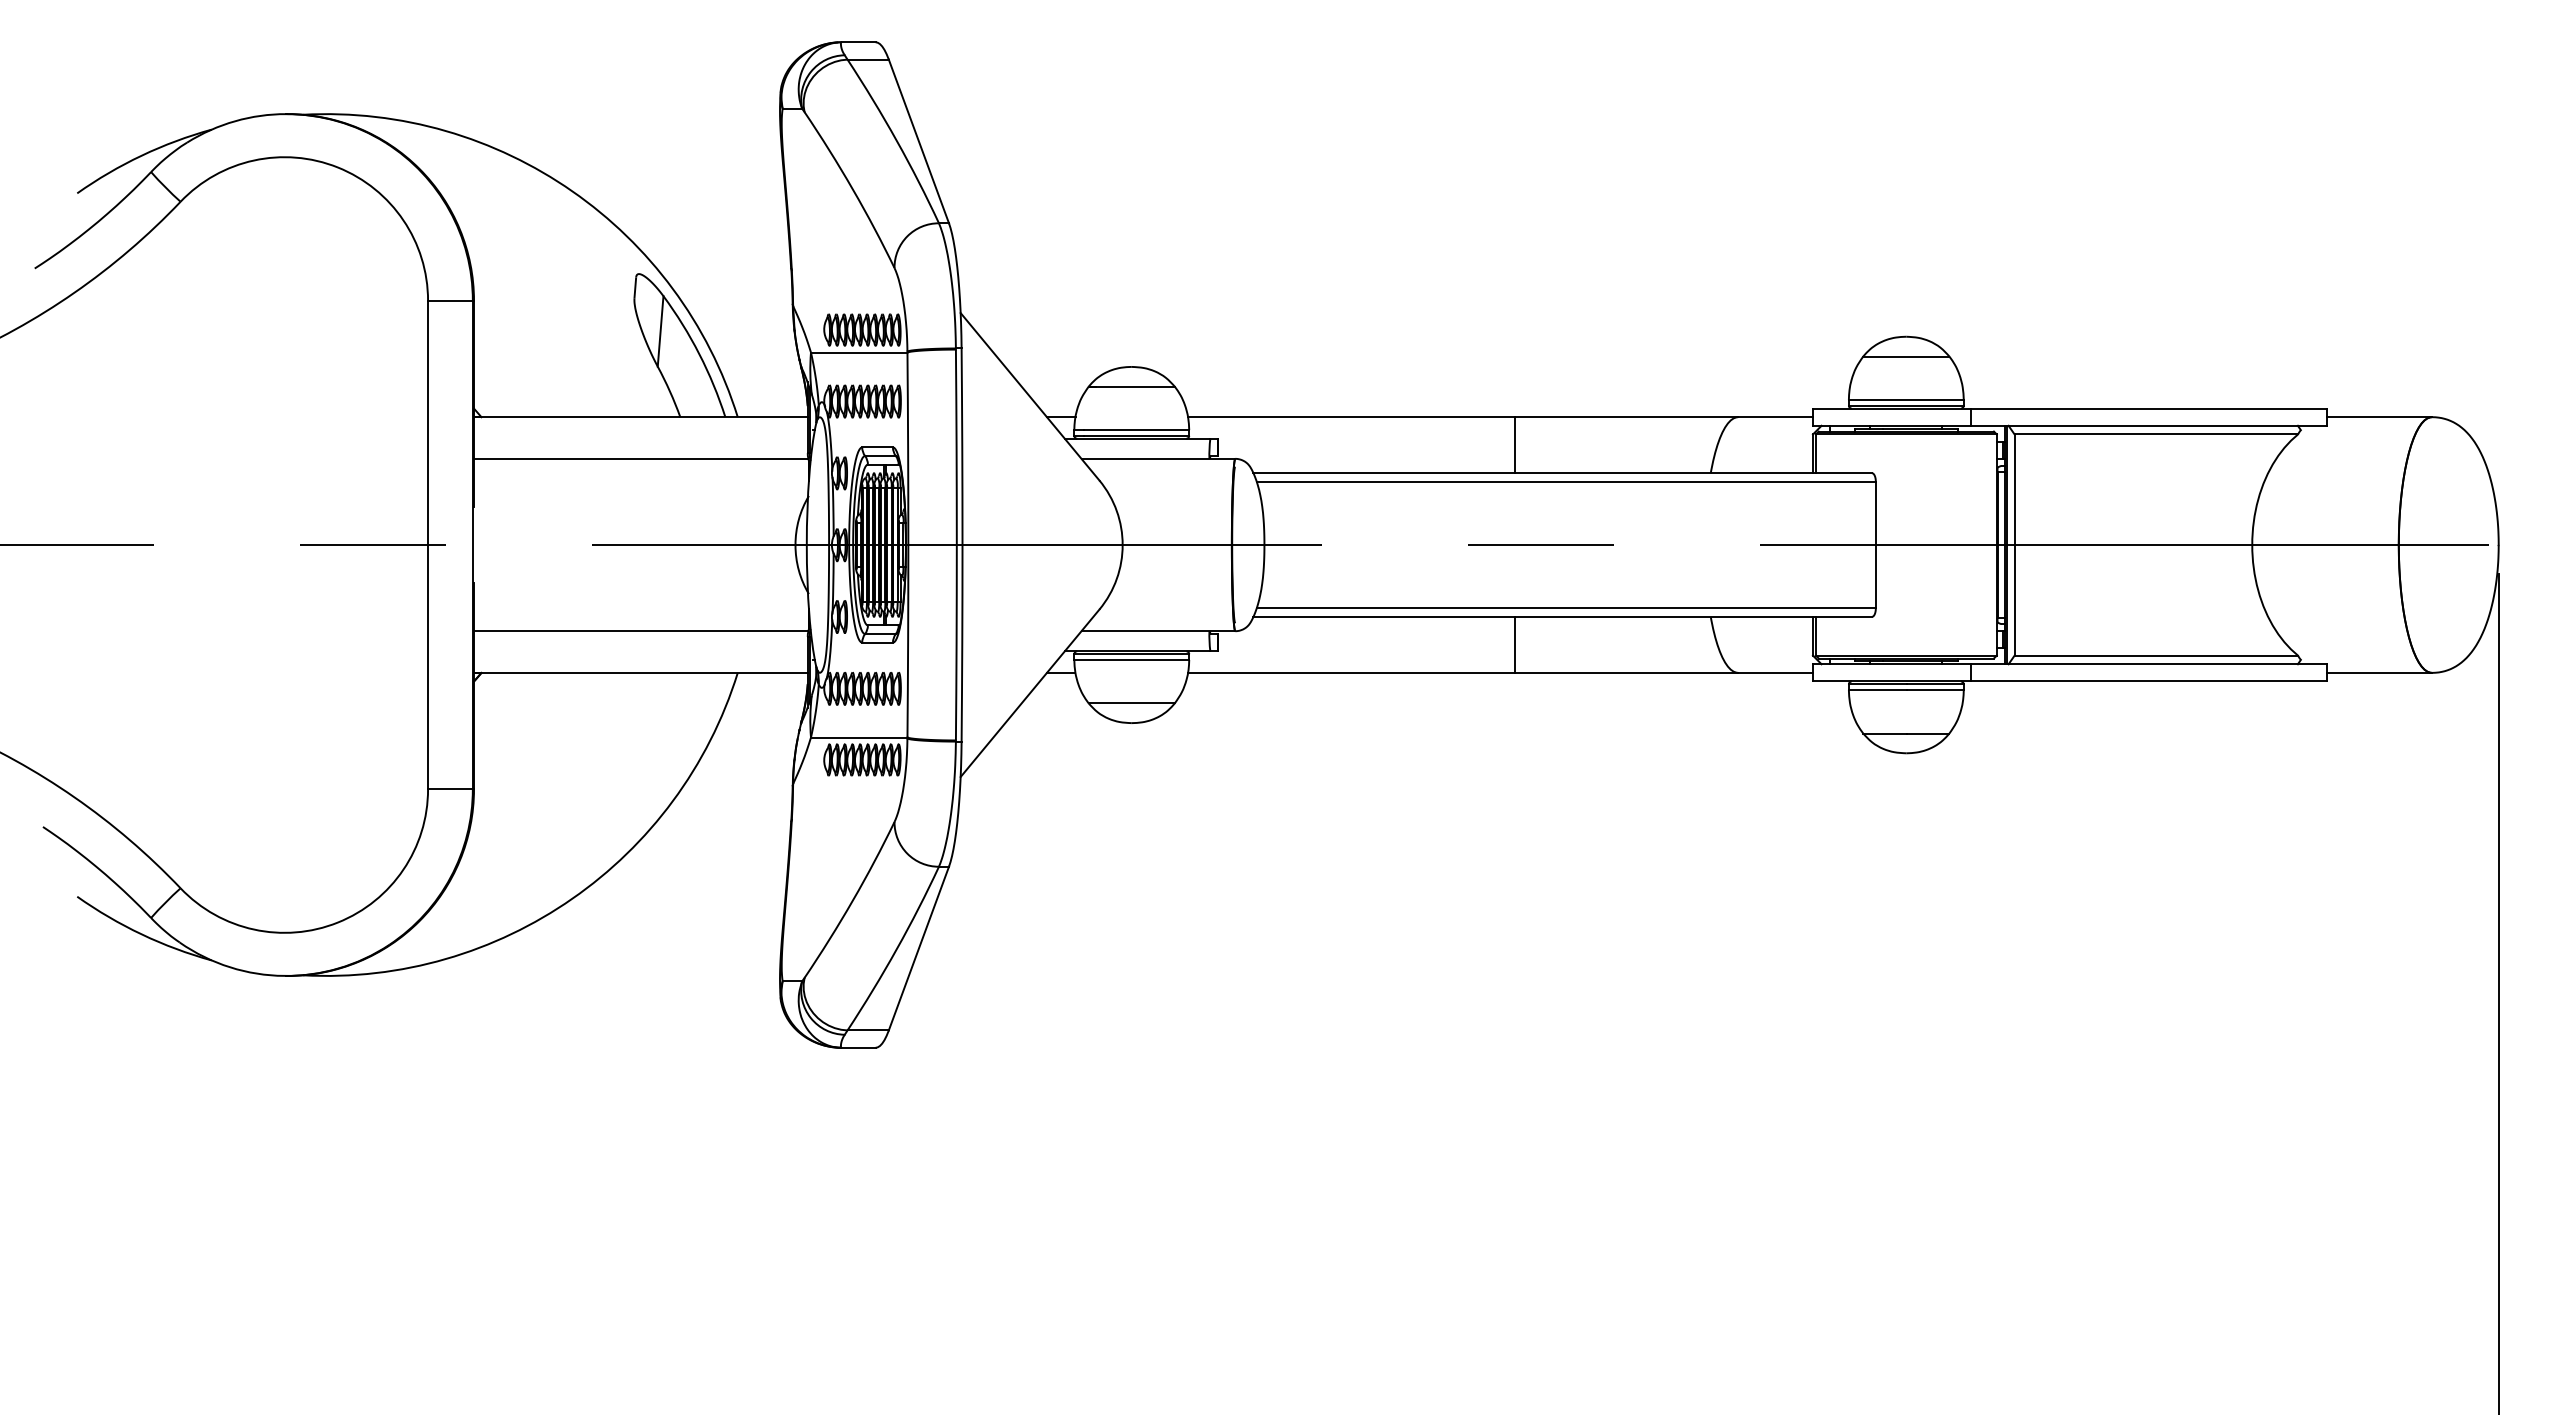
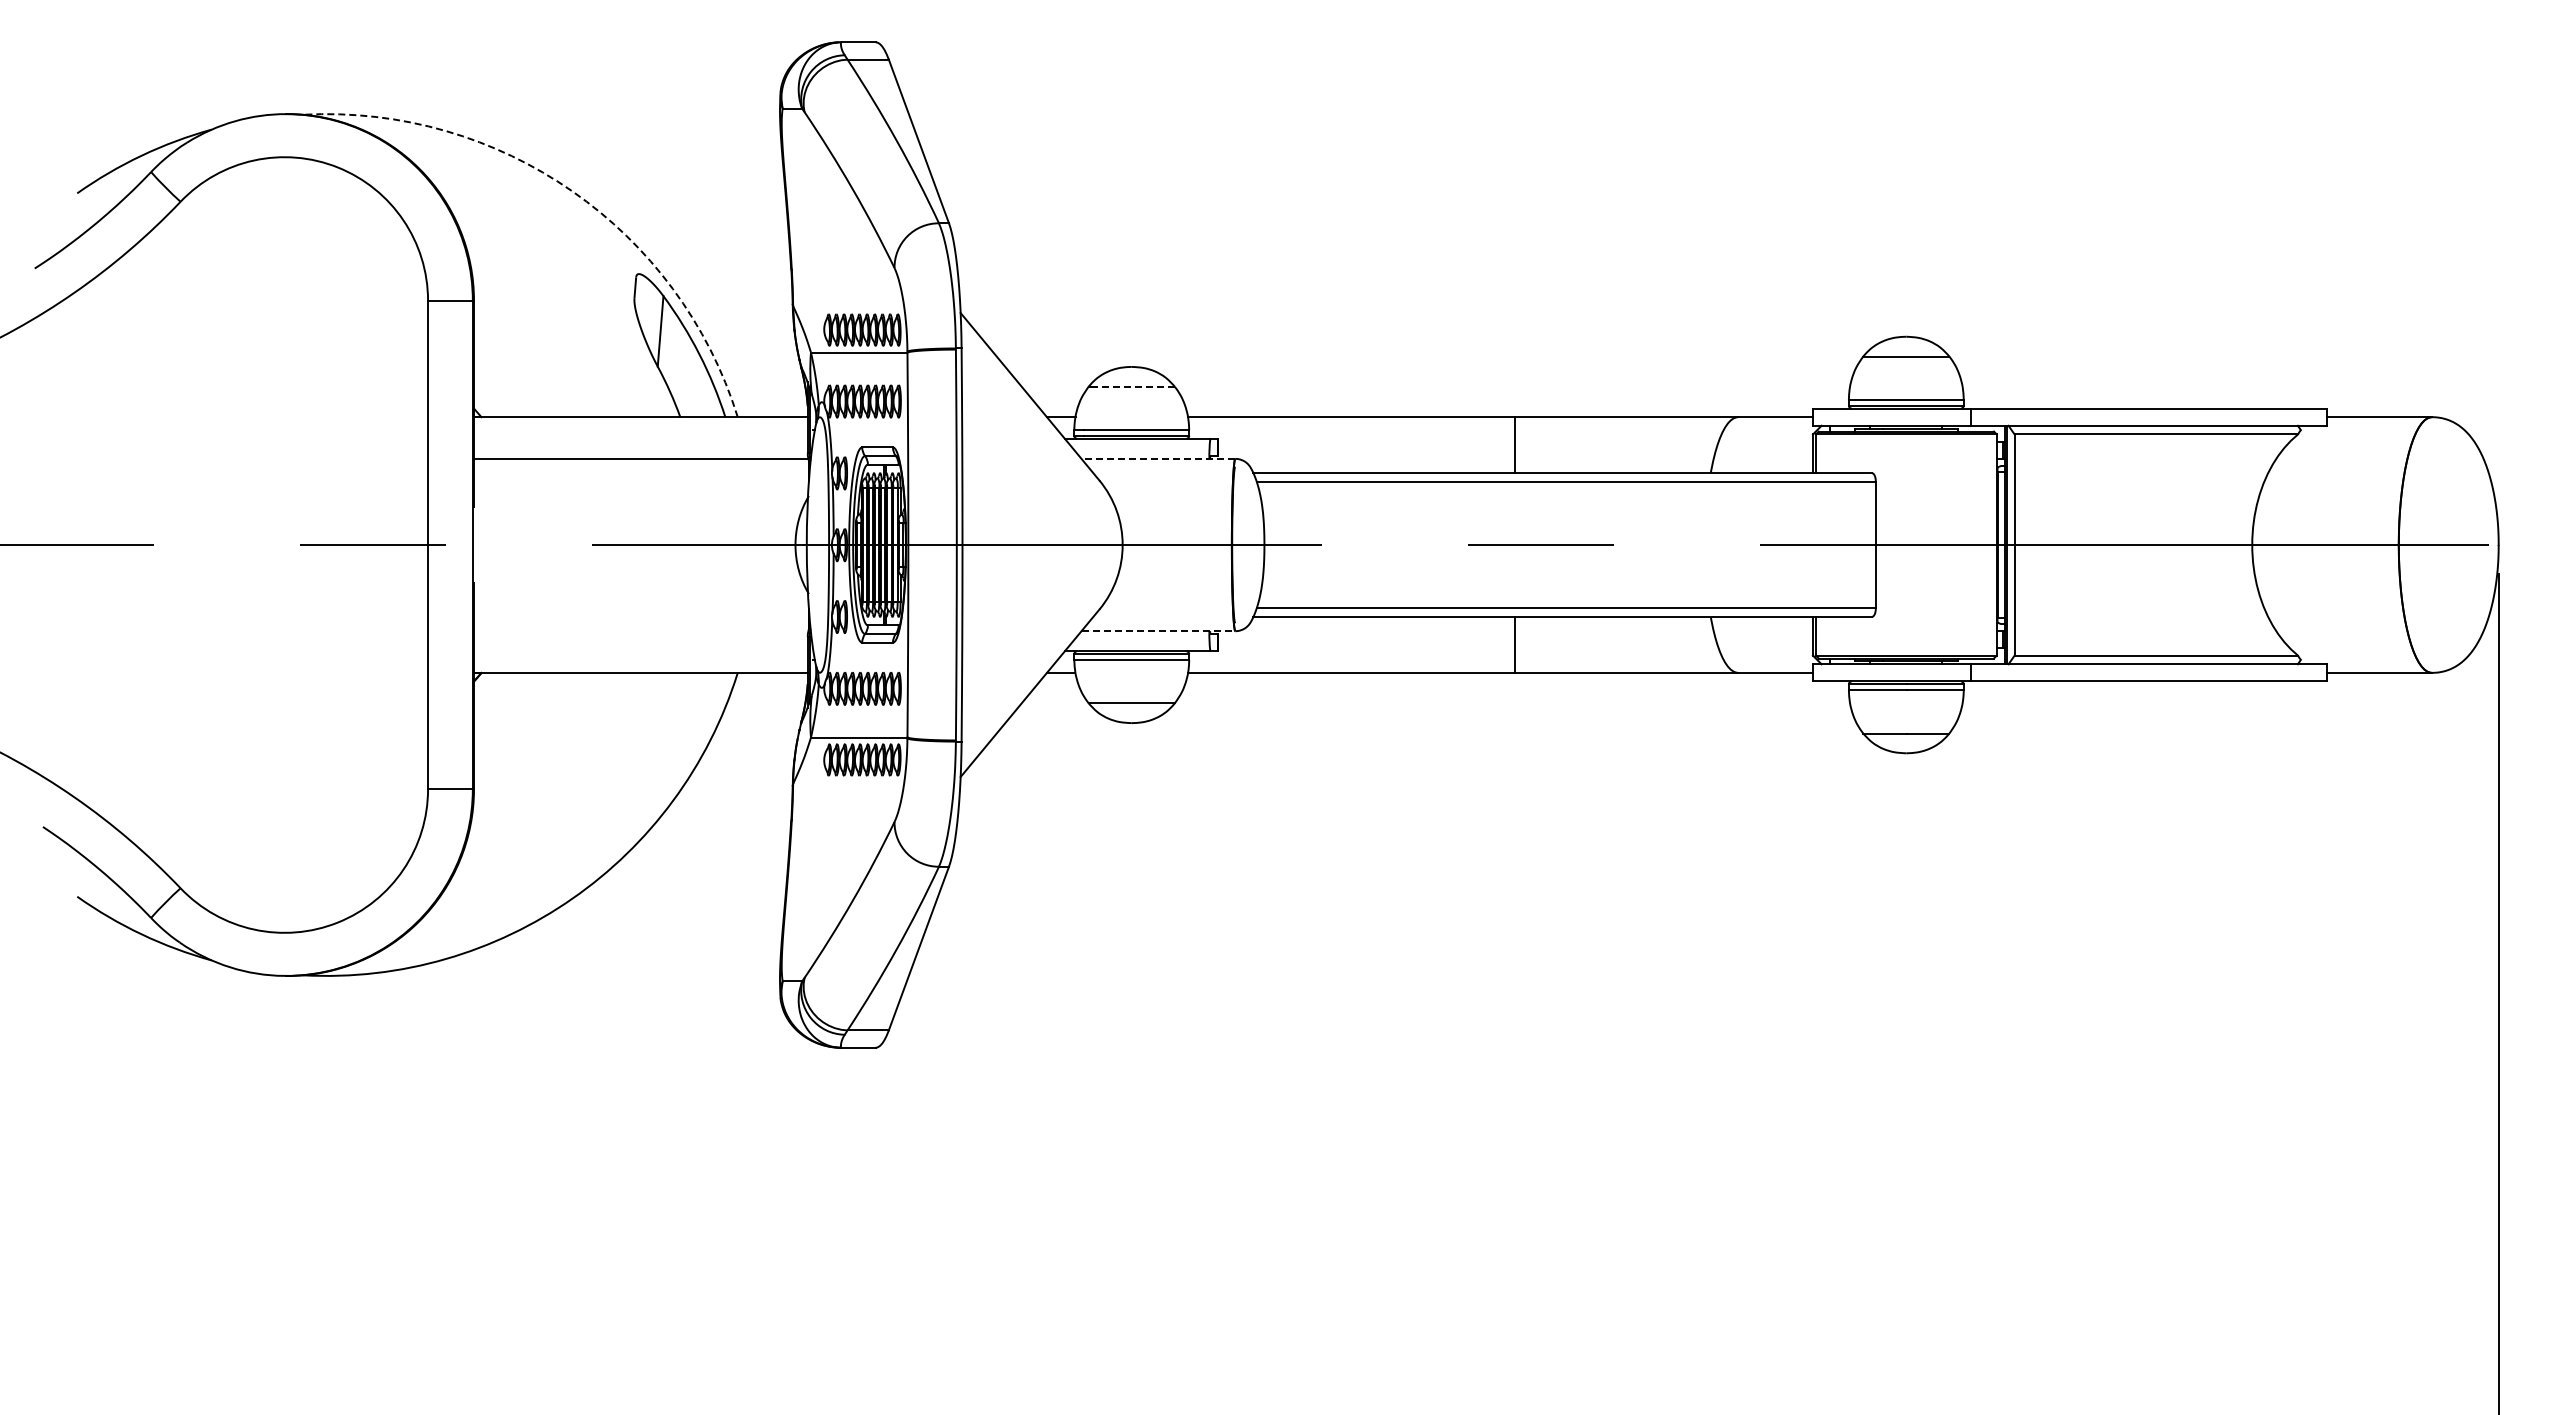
arc at (572, 191): solid -> dashed
line at (1134, 386): solid -> dashed
line at (1158, 458): solid -> dashed
line at (641, 631): present -> none
line at (1158, 631): solid -> dashed
